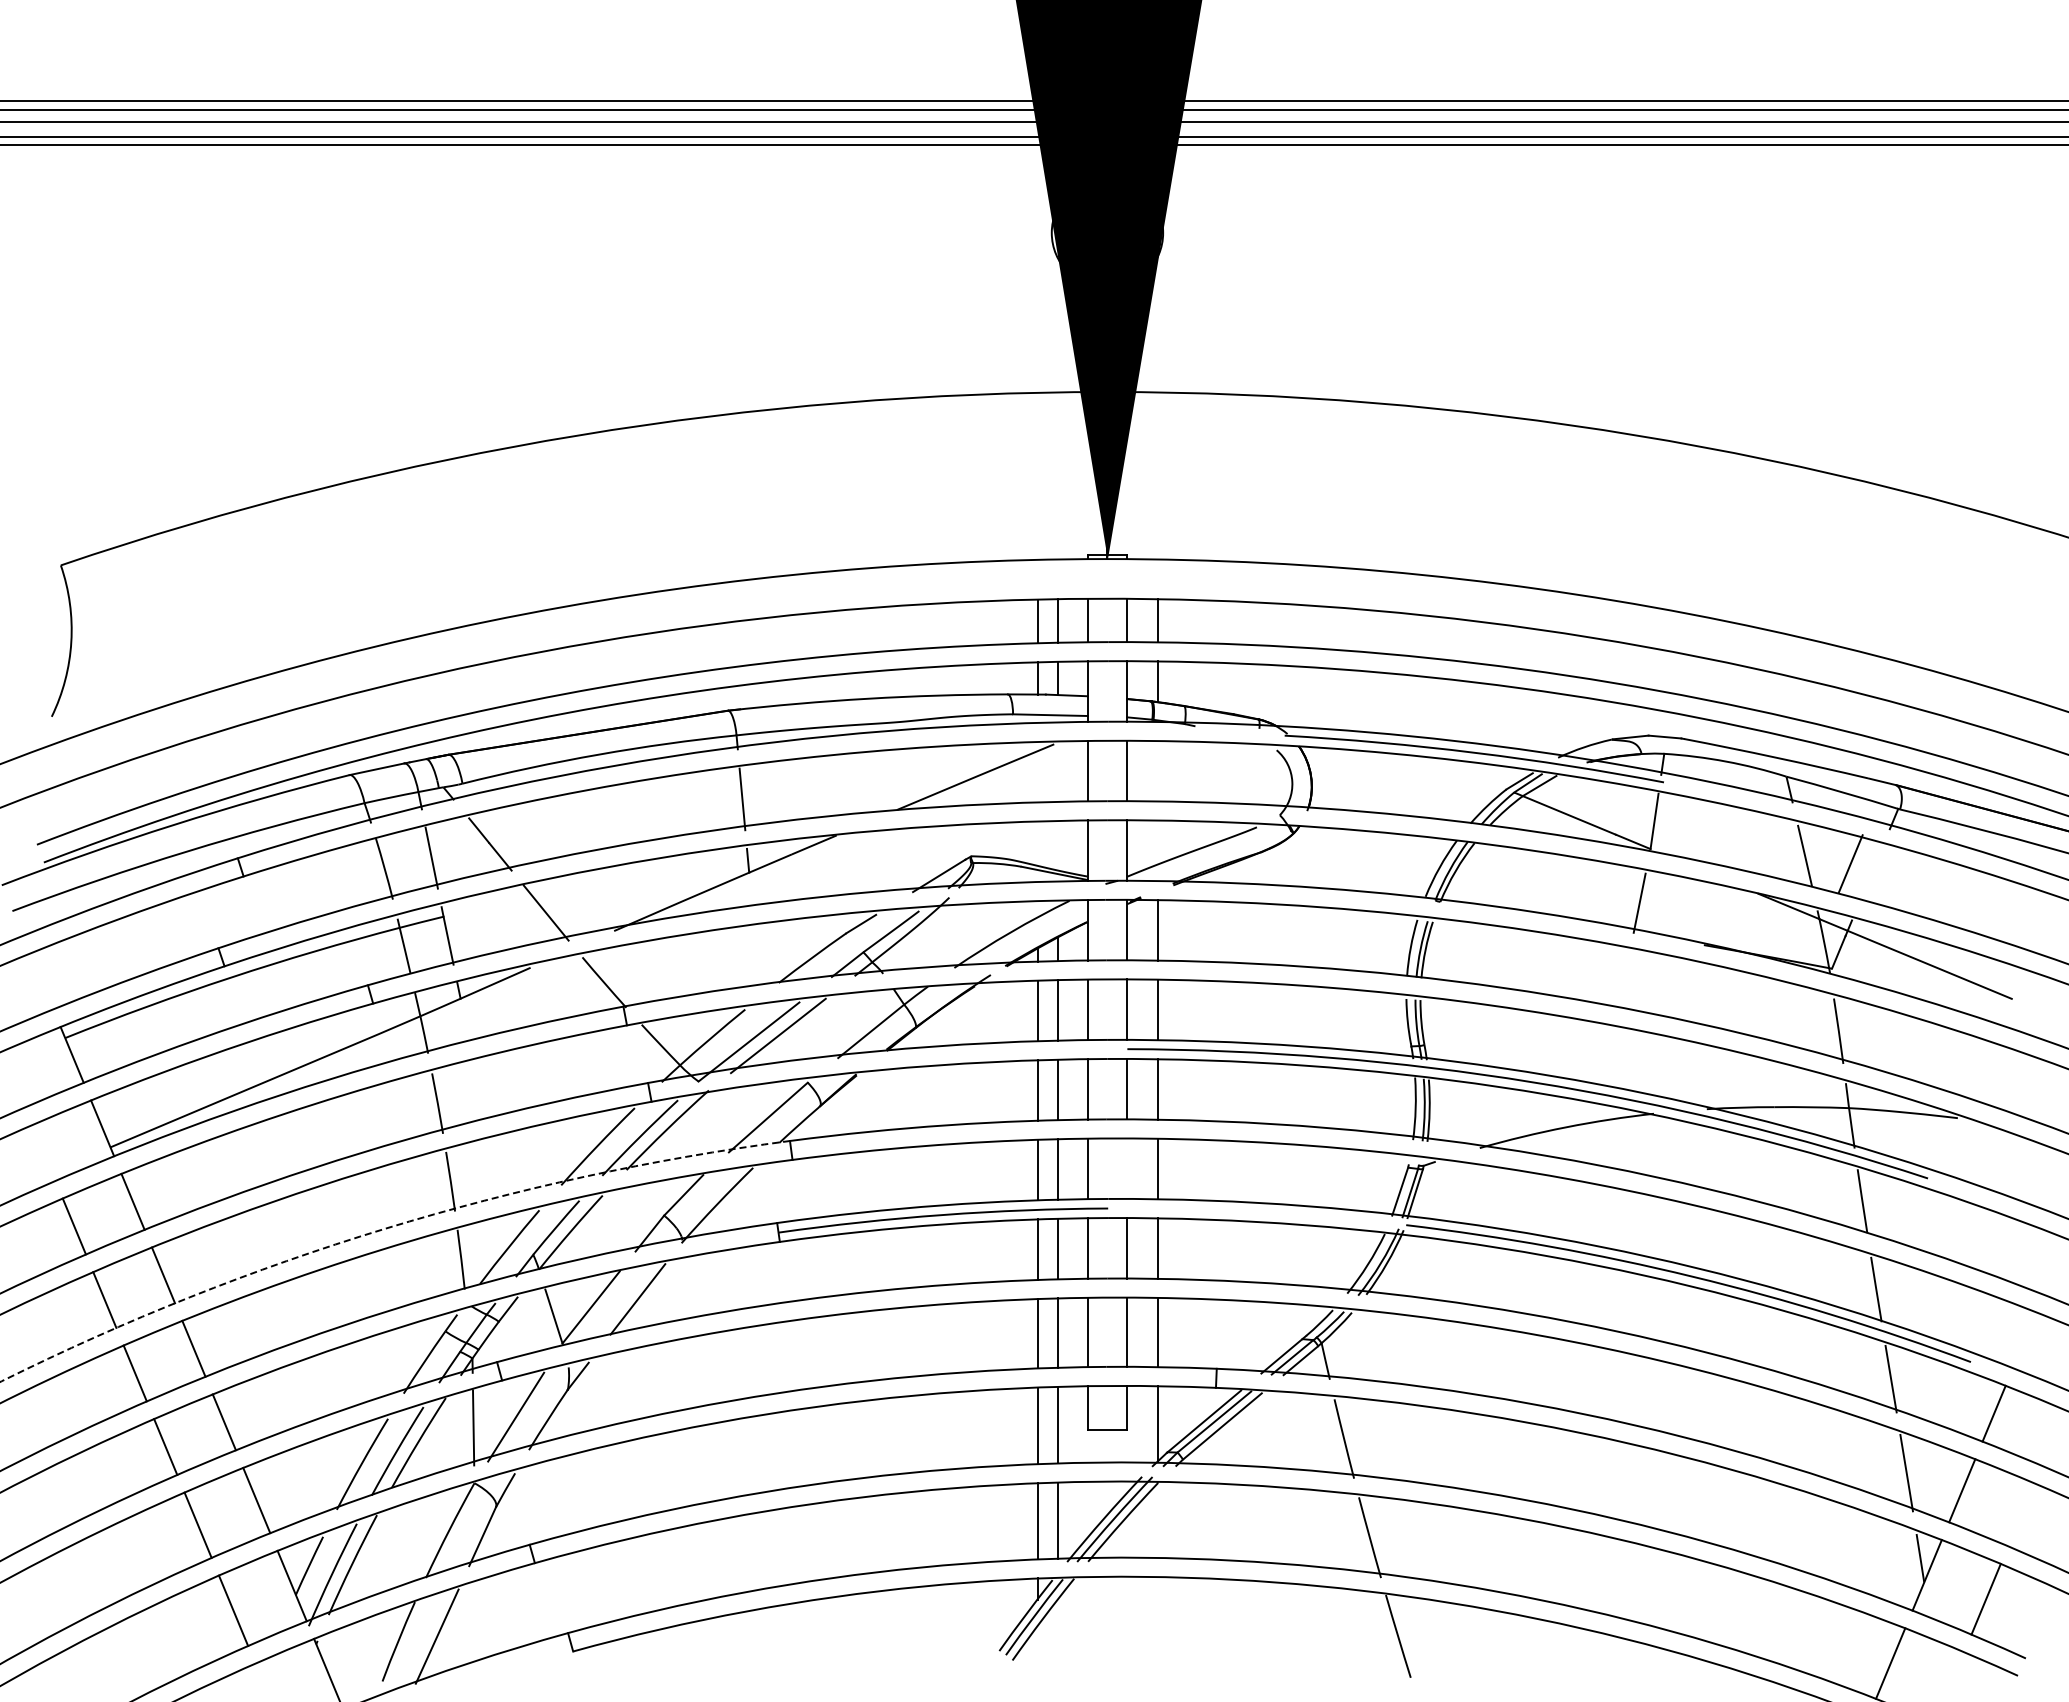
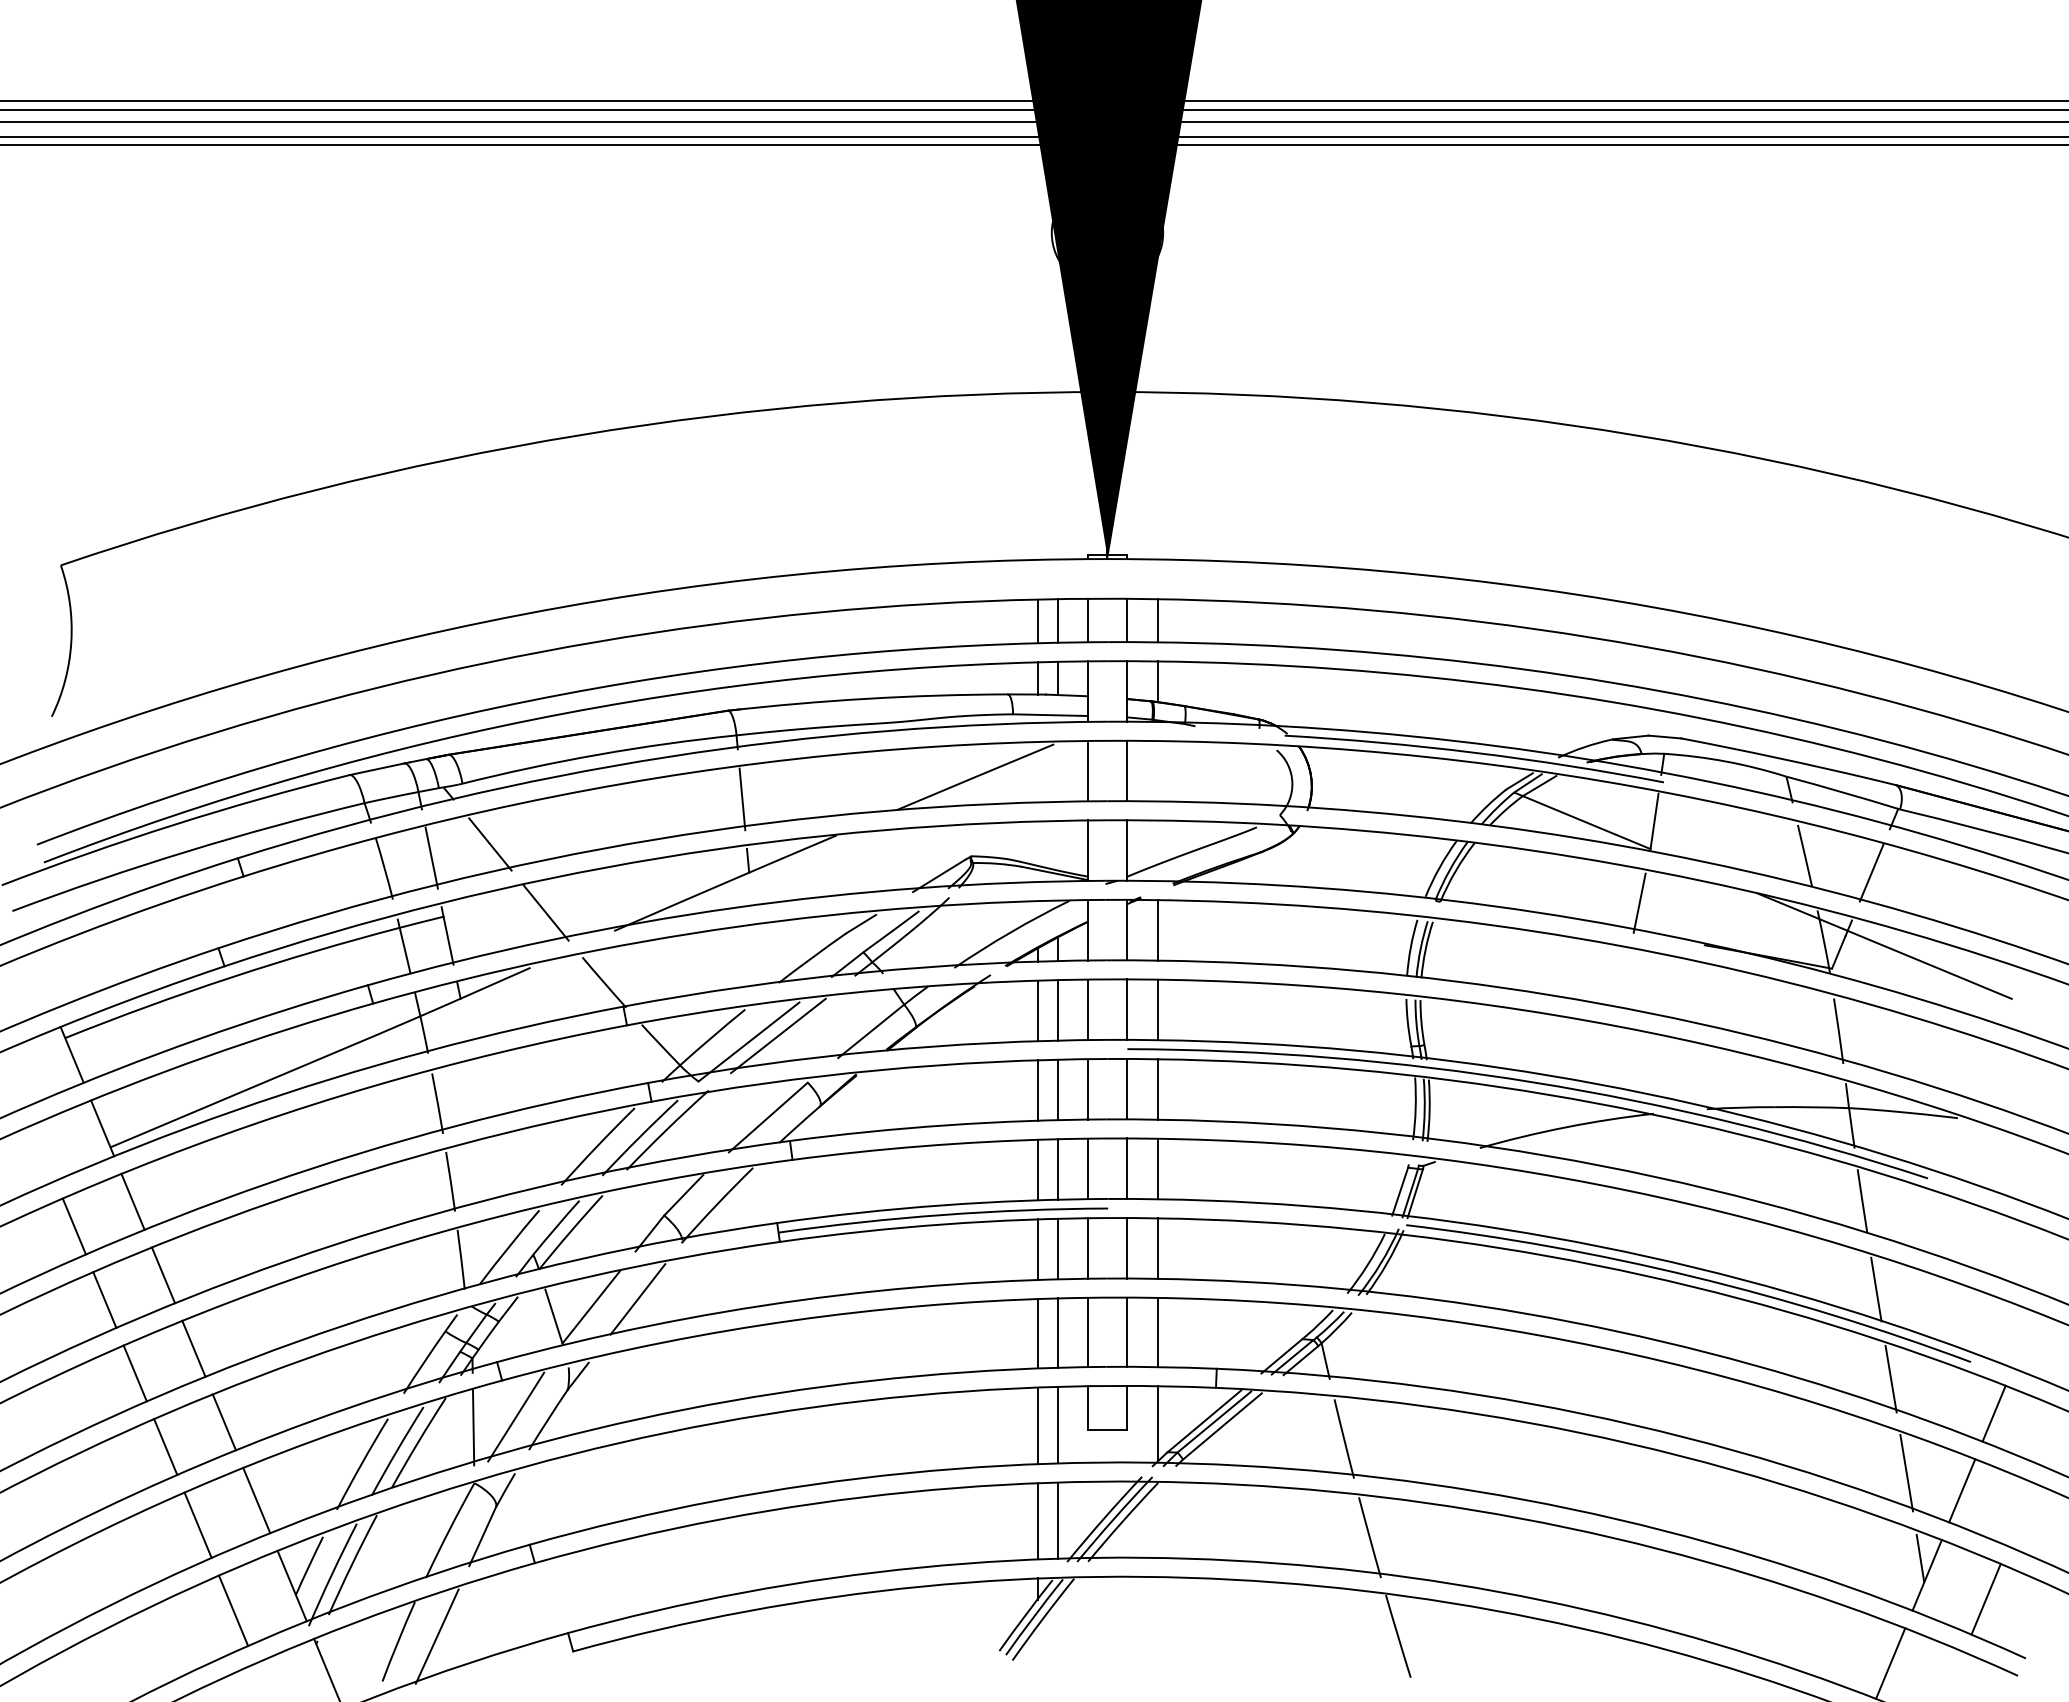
line at (1850, 863) position: (1850, 863) -> (1871, 872)
line at (1127, 1168): none -> present
arc at (388, 1227): dashed -> solid
